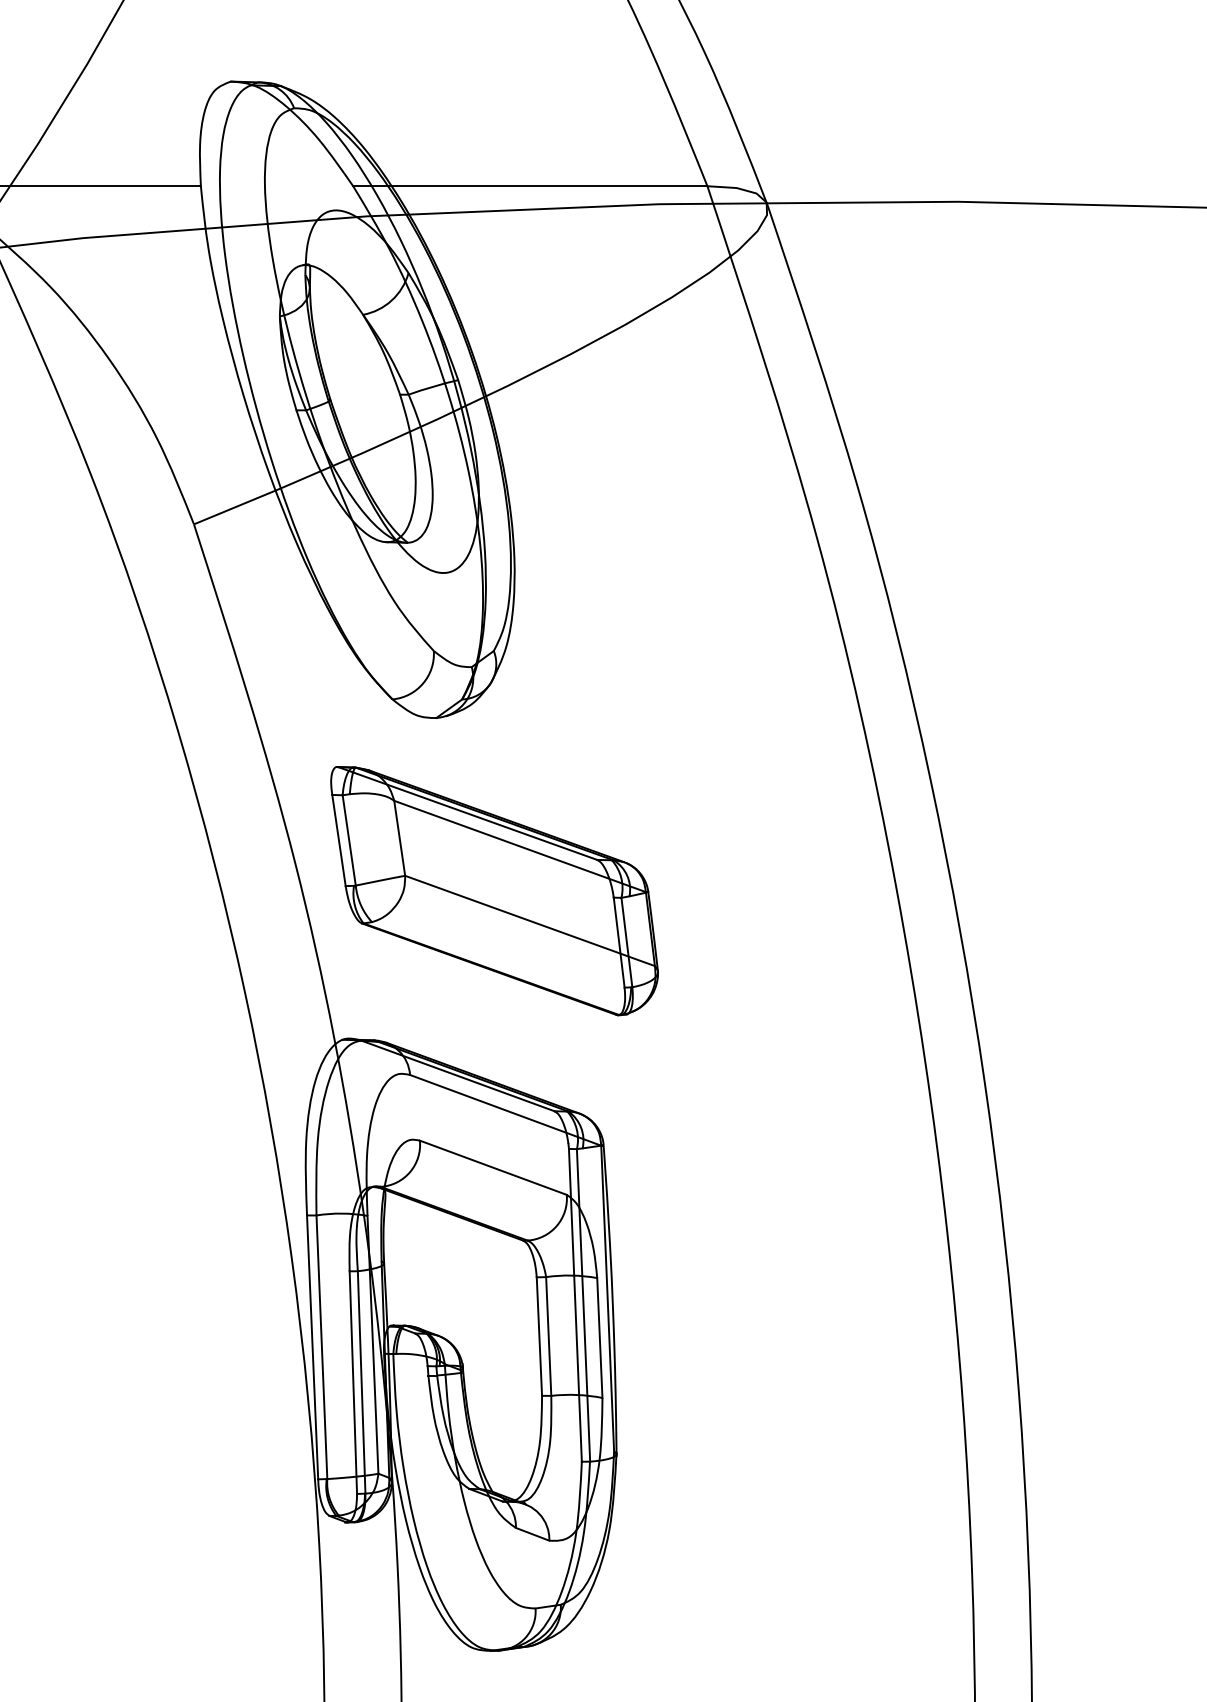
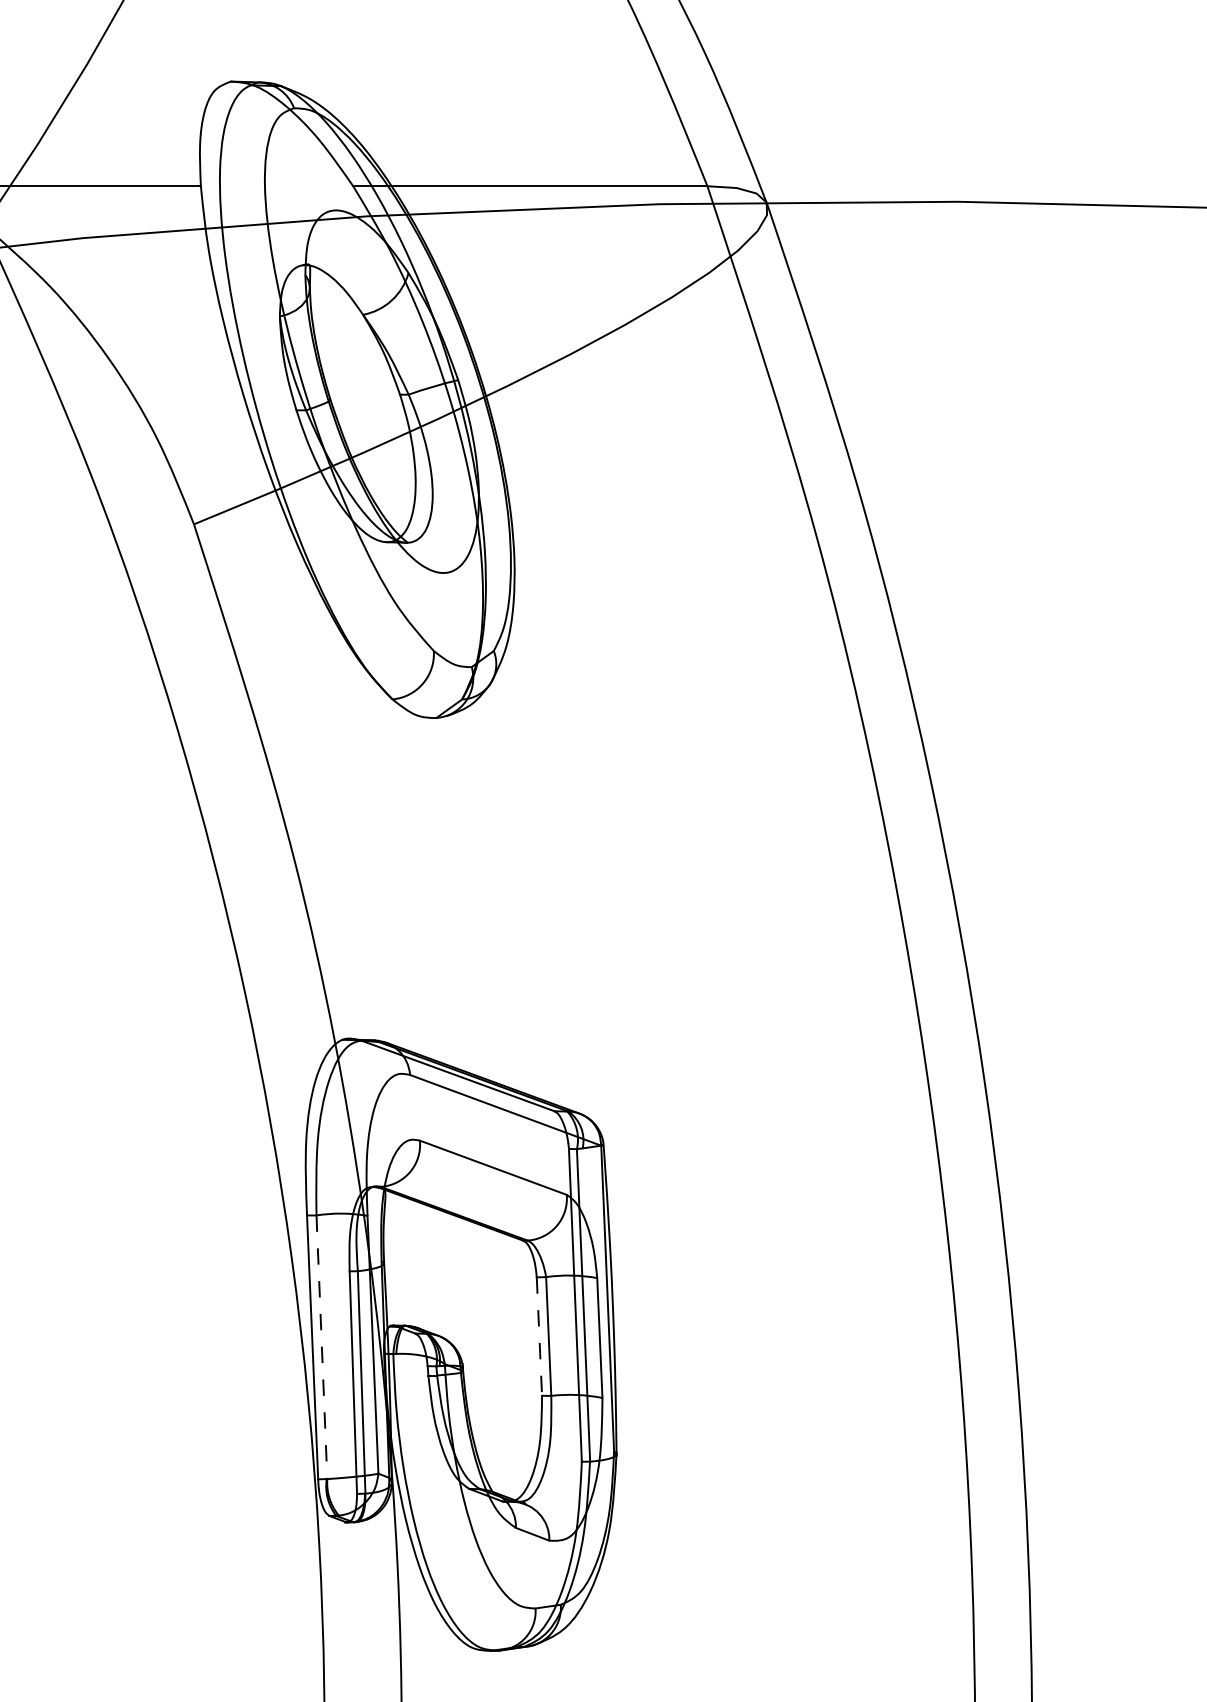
part at (494, 891): present -> none
line at (539, 1337): solid -> dashed
line at (321, 1347): solid -> dashed
